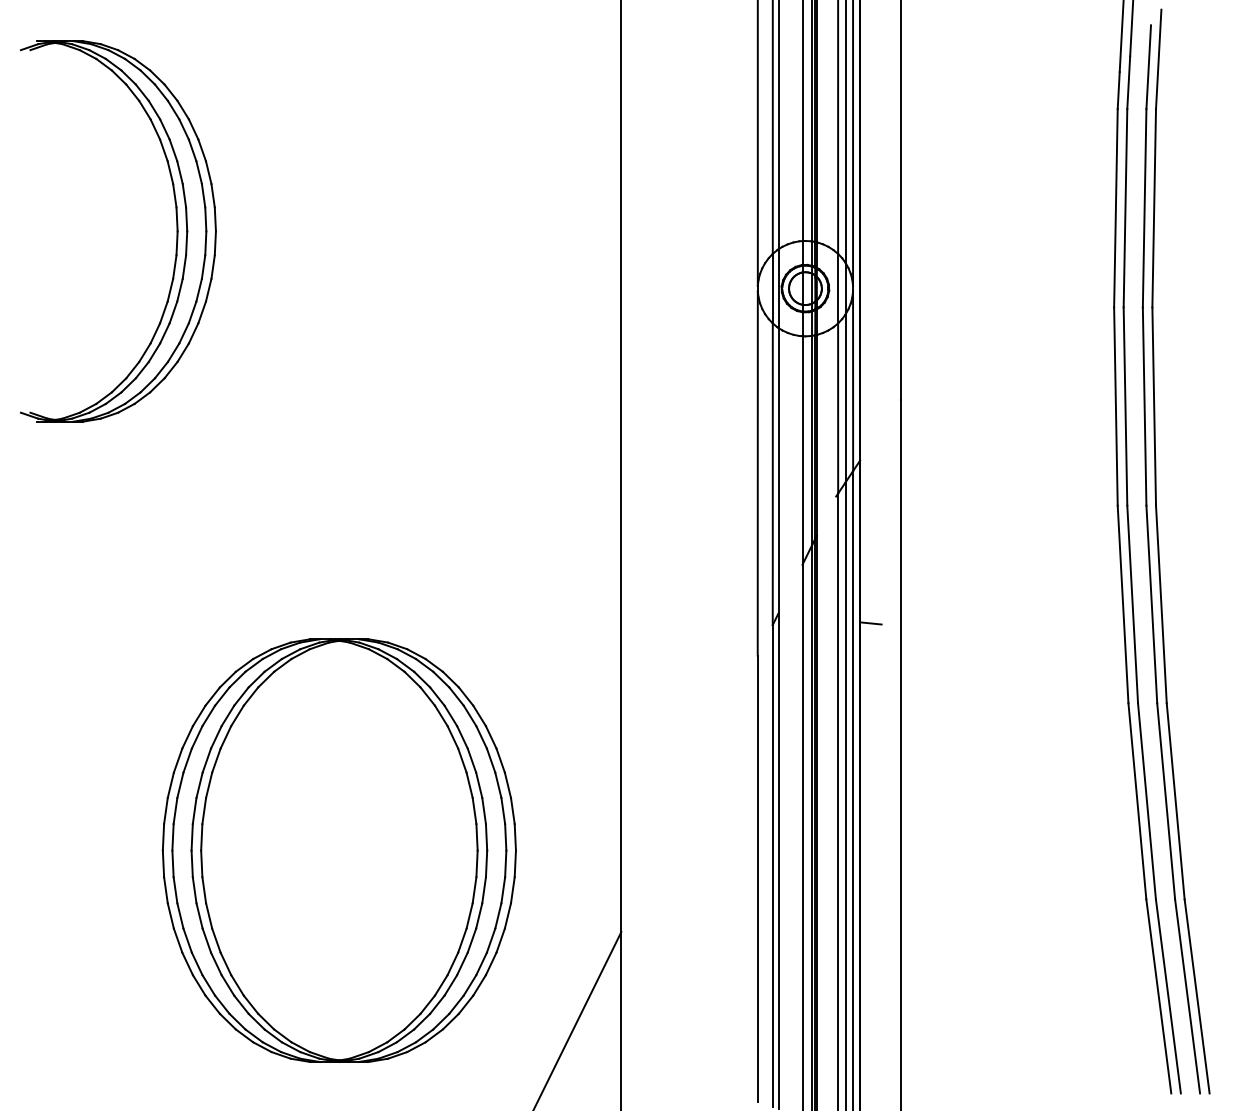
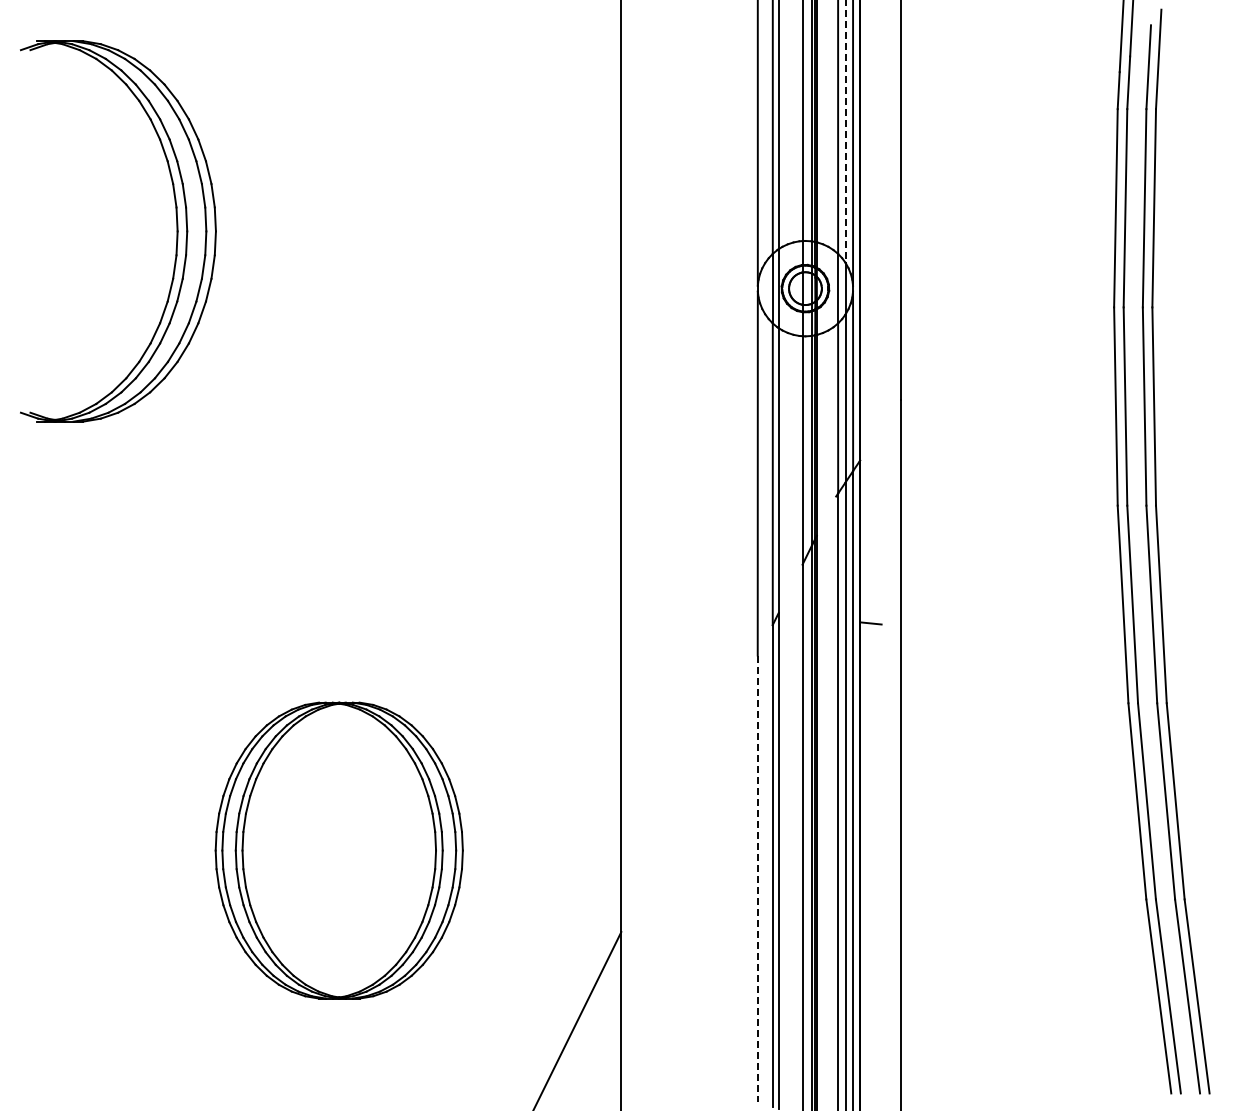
line at (845, 131): solid -> dashed
part at (338, 850) size: 356x425 px -> 250x299 px
line at (757, 879): solid -> dashed
